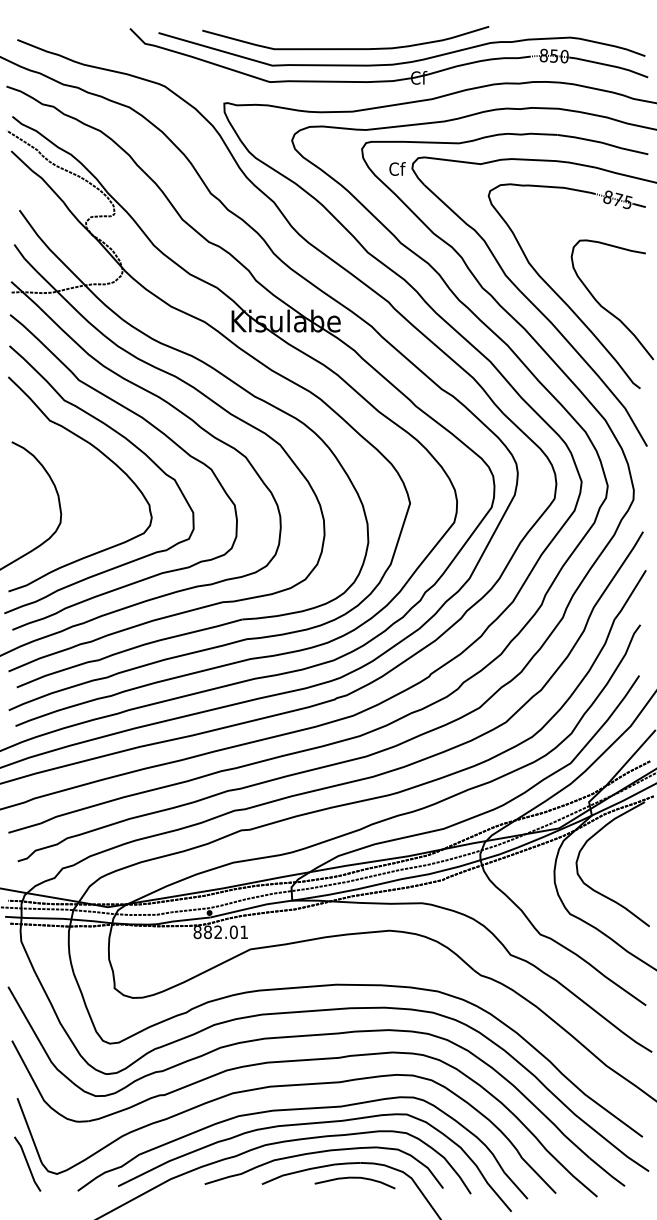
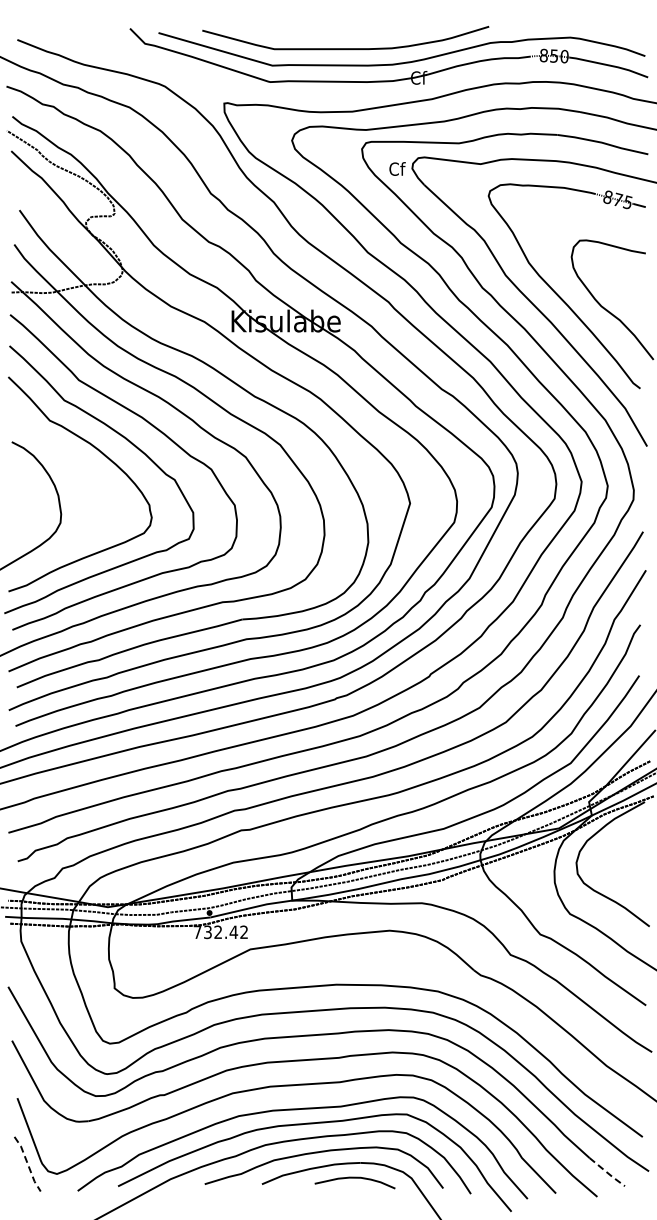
text at (220, 932): 882.01 -> 732.42
line at (27, 1164): solid -> dashed
line at (607, 1173): solid -> dashed
